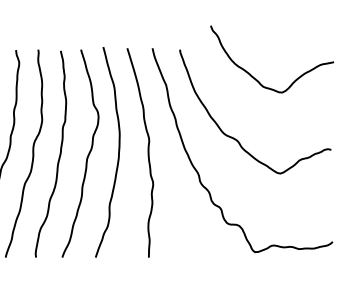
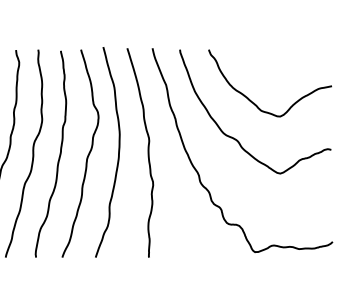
curve at (256, 78) position: (256, 78) -> (254, 102)
